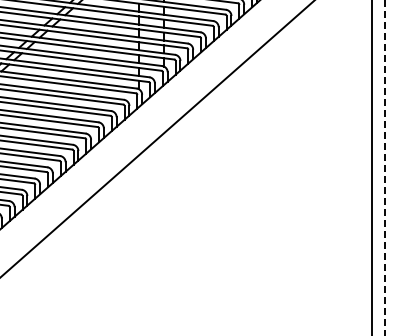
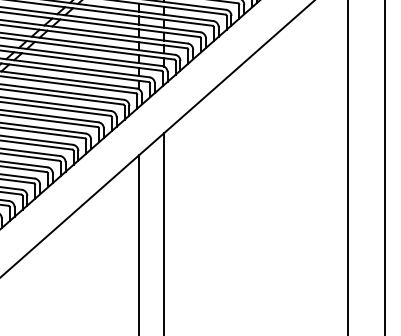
line at (372, 167) position: (372, 167) -> (348, 167)
line at (384, 167): dashed -> solid
line at (164, 232): none -> present
line at (138, 243): none -> present
